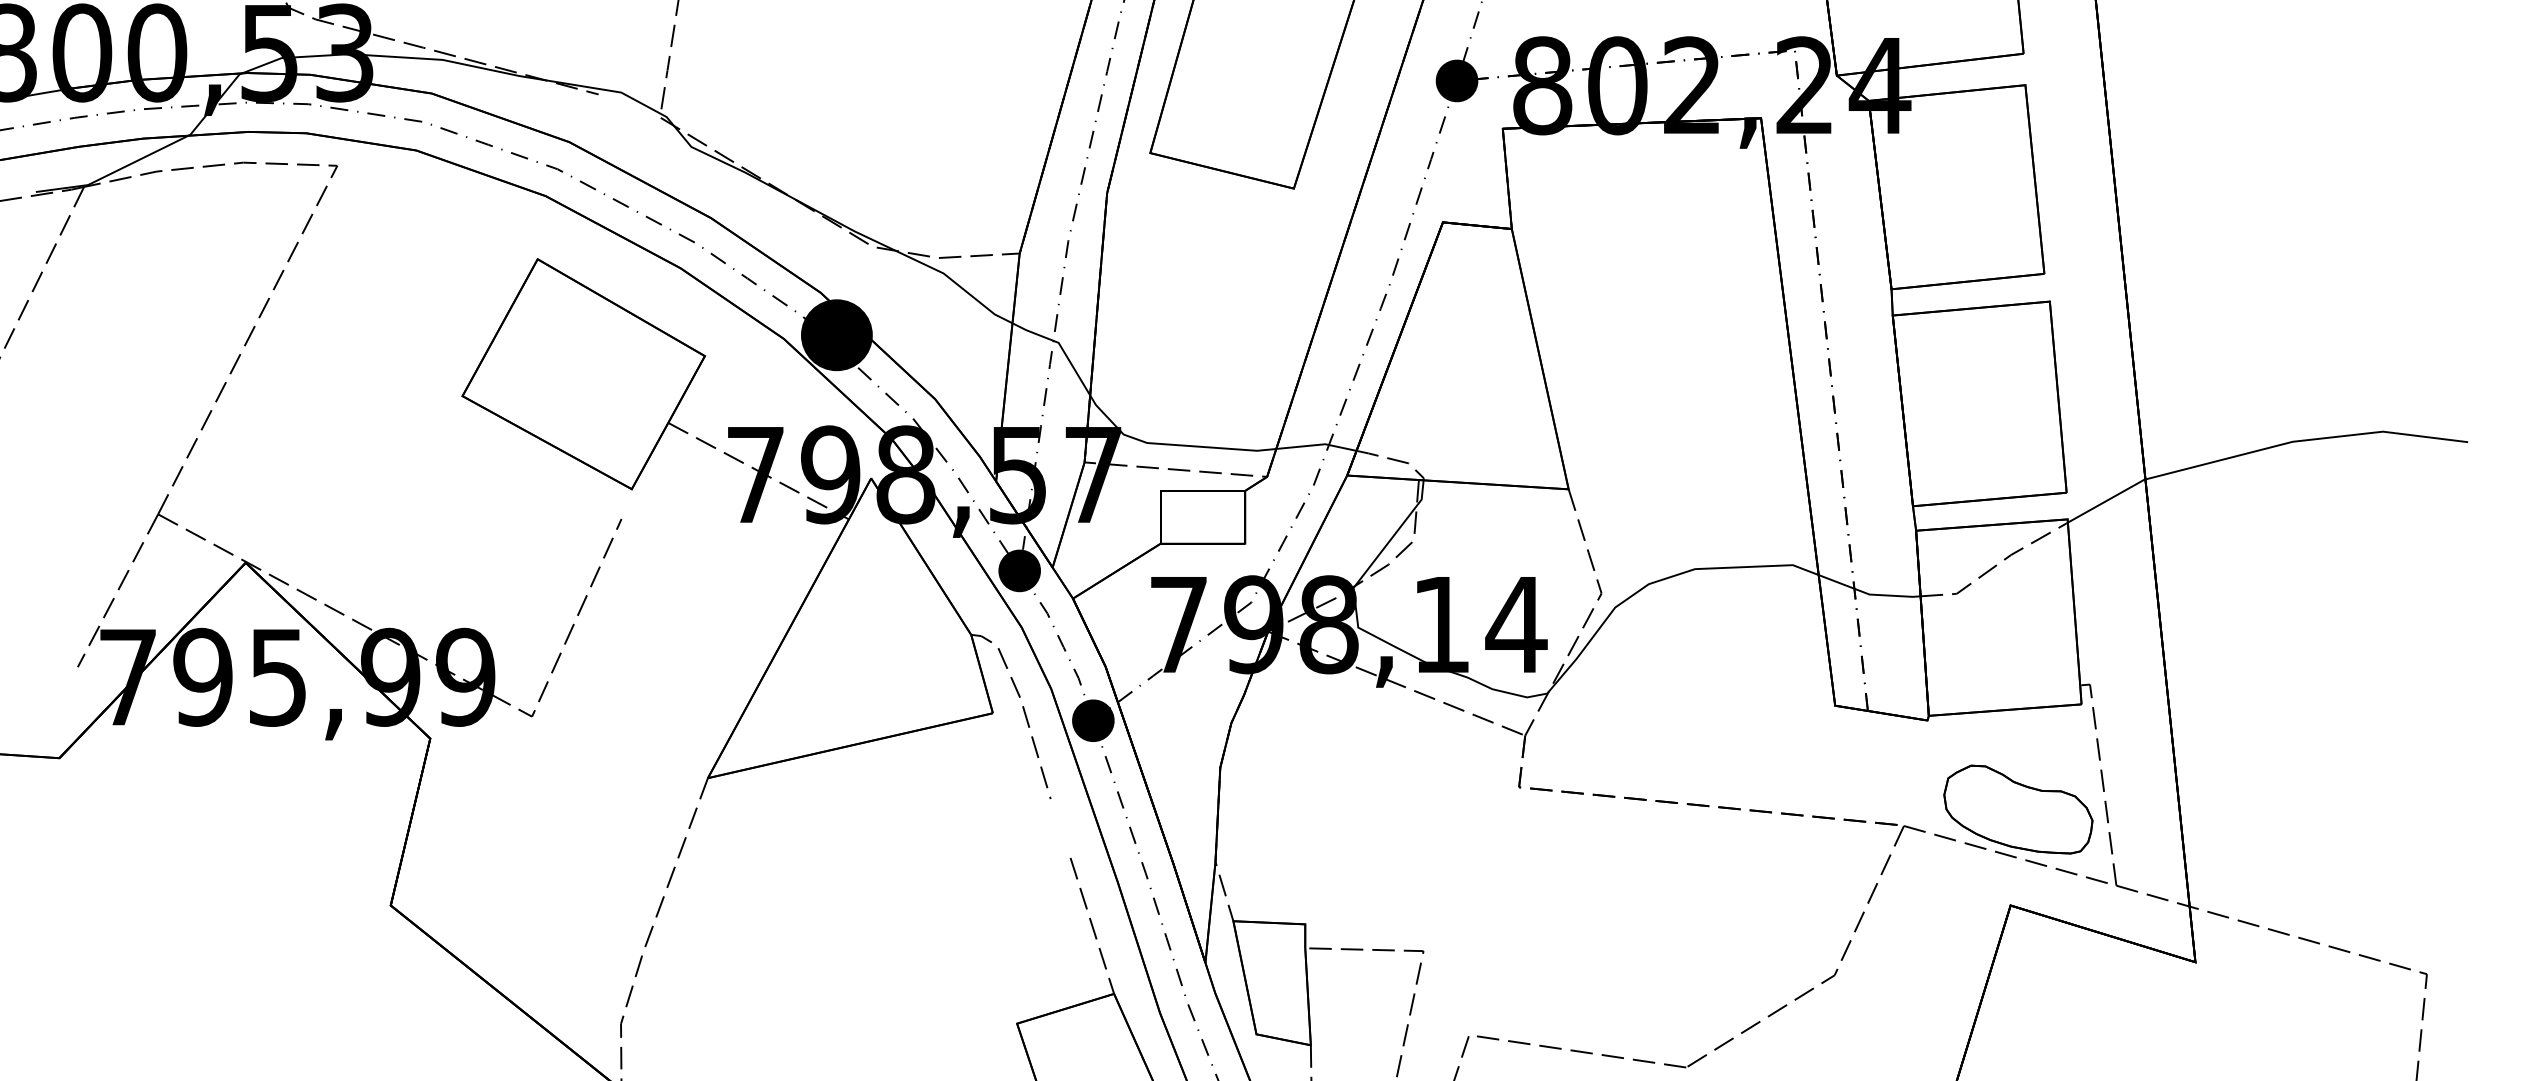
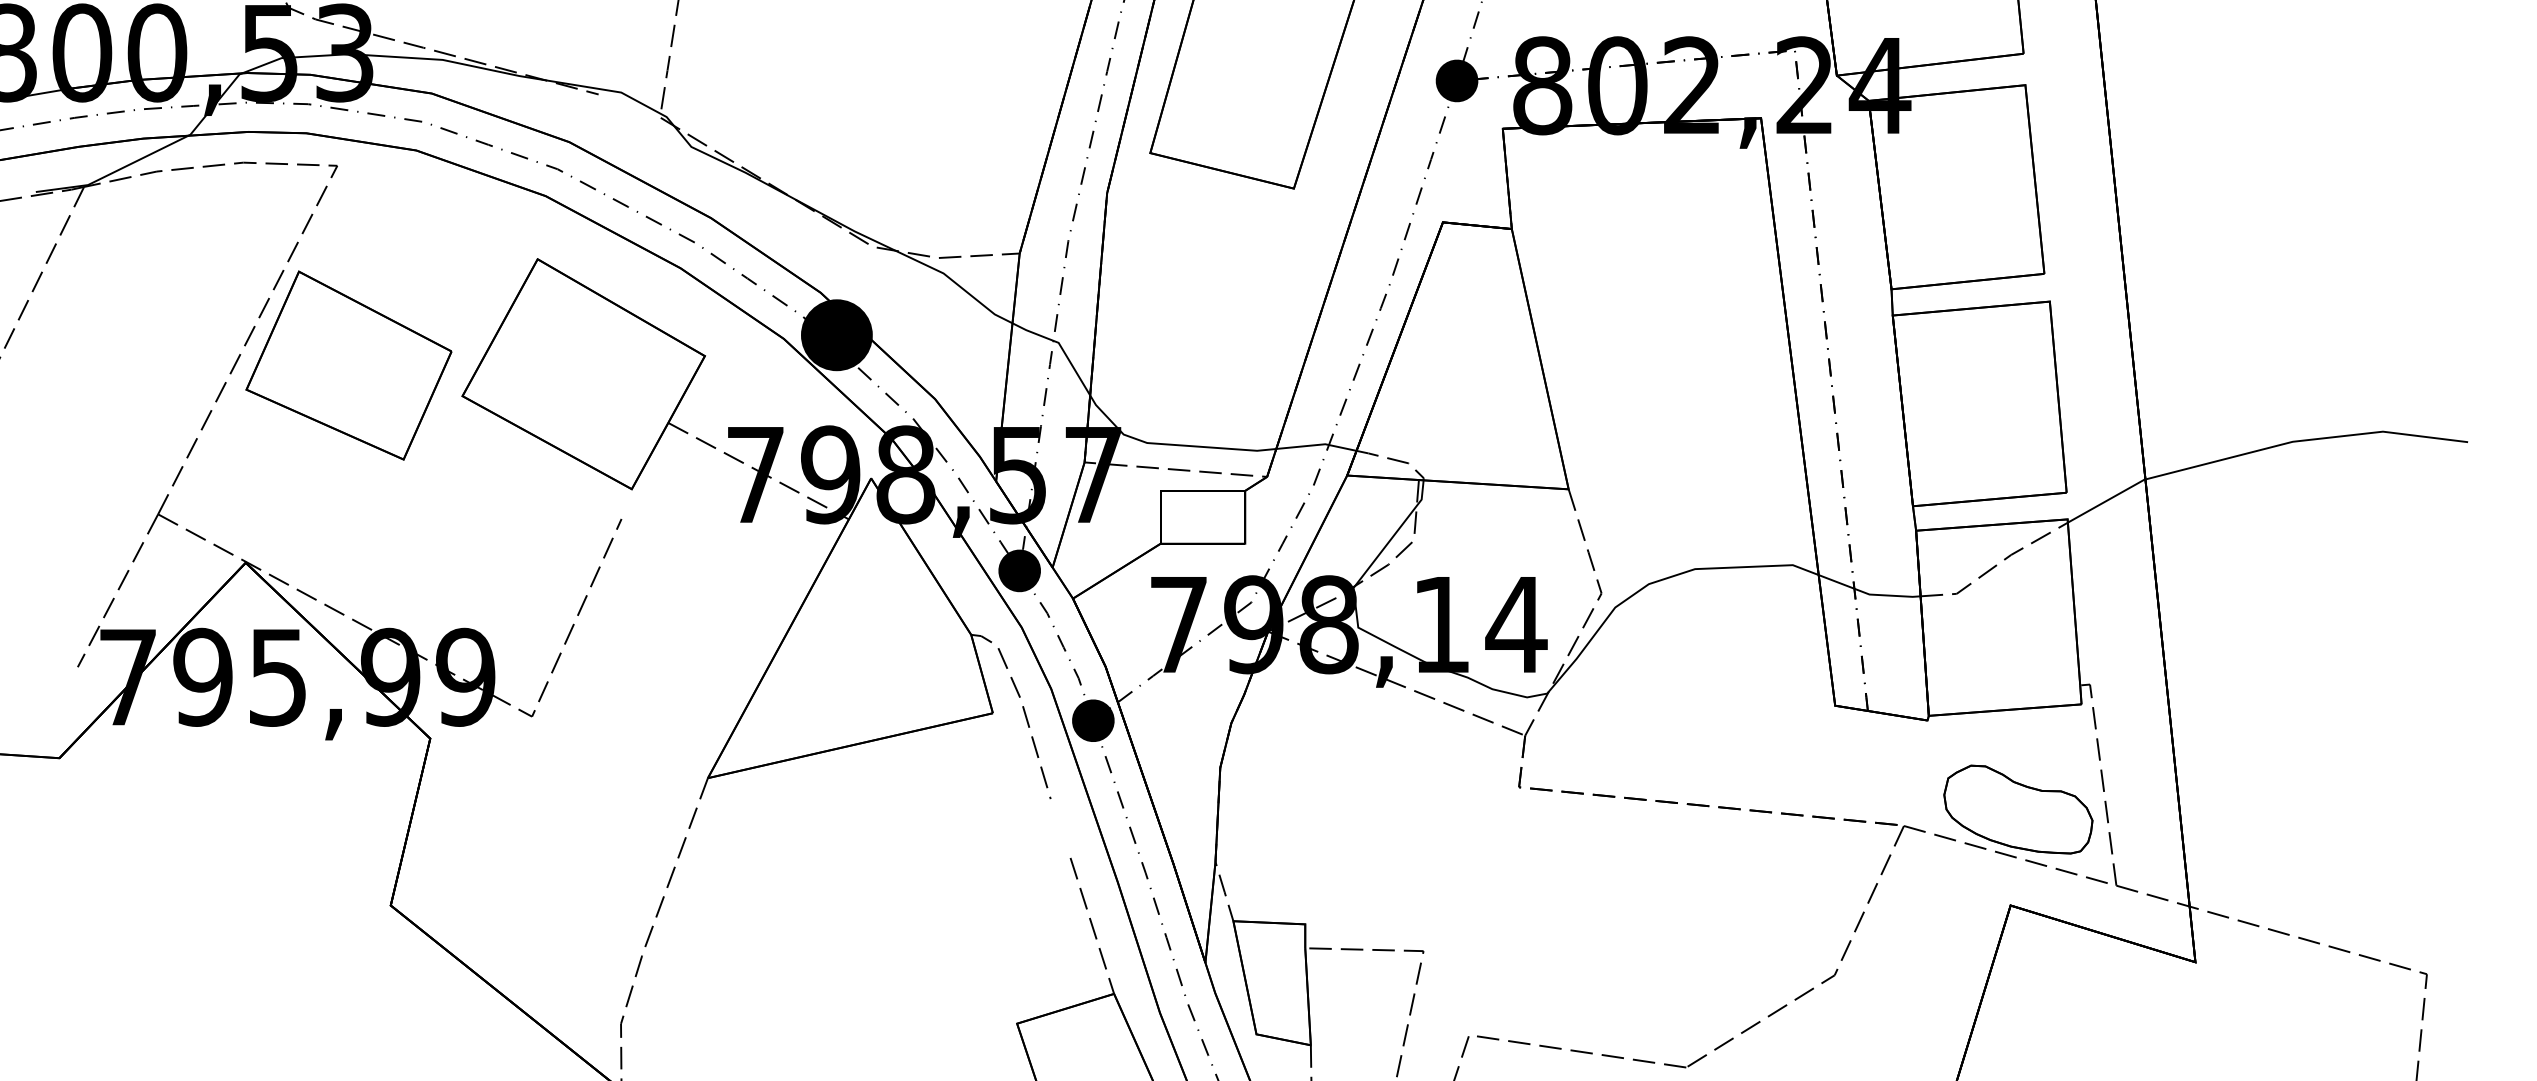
part at (348, 365): none -> present
